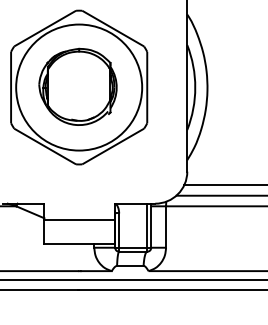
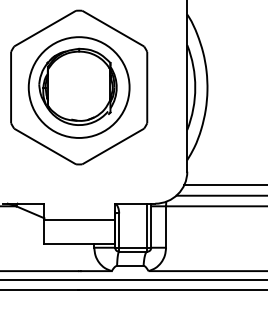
circle at (79, 87) diameter: 126 px -> 101 px
